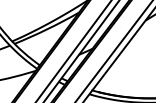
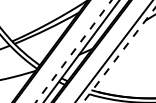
line at (73, 51): solid -> dashed
line at (119, 54): solid -> dashed
